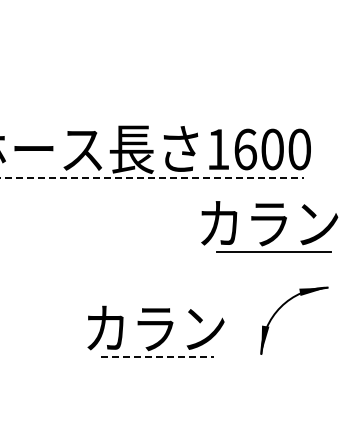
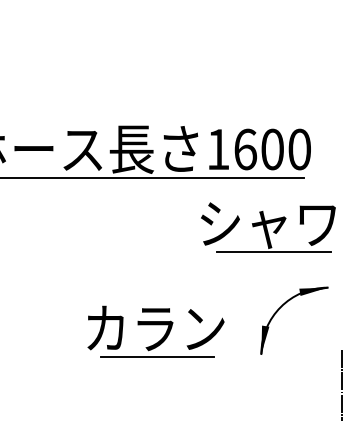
line at (152, 177): dashed -> solid
text at (269, 224): カラン -> シャワ
line at (157, 357): dashed -> solid
line at (341, 383): none -> present
